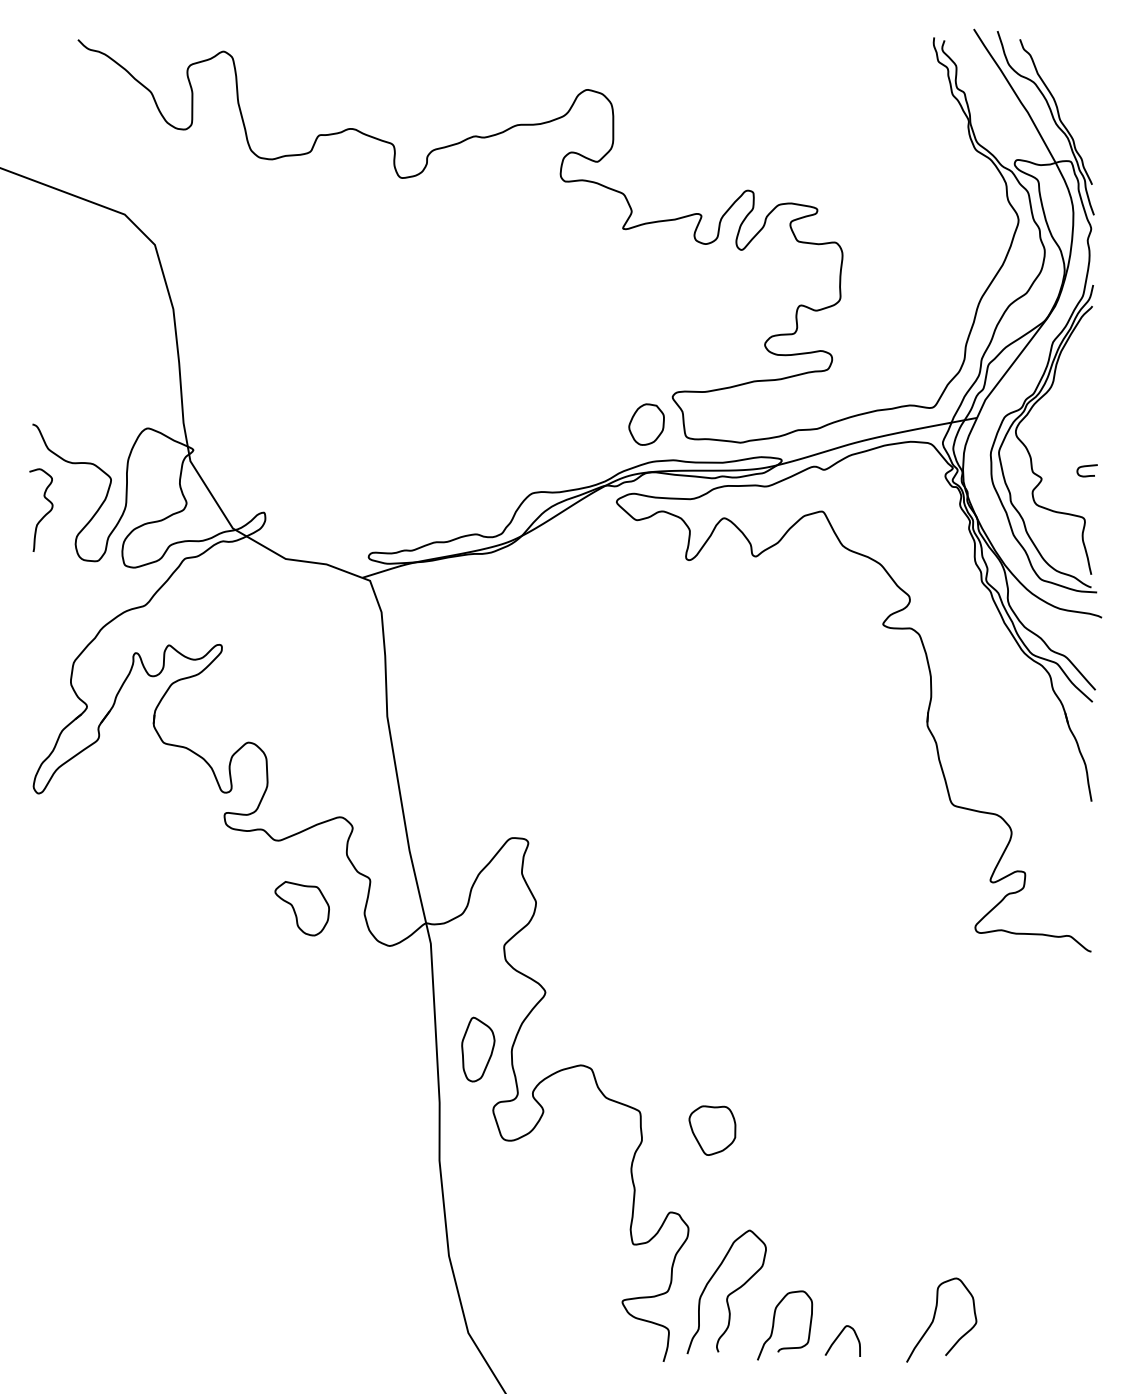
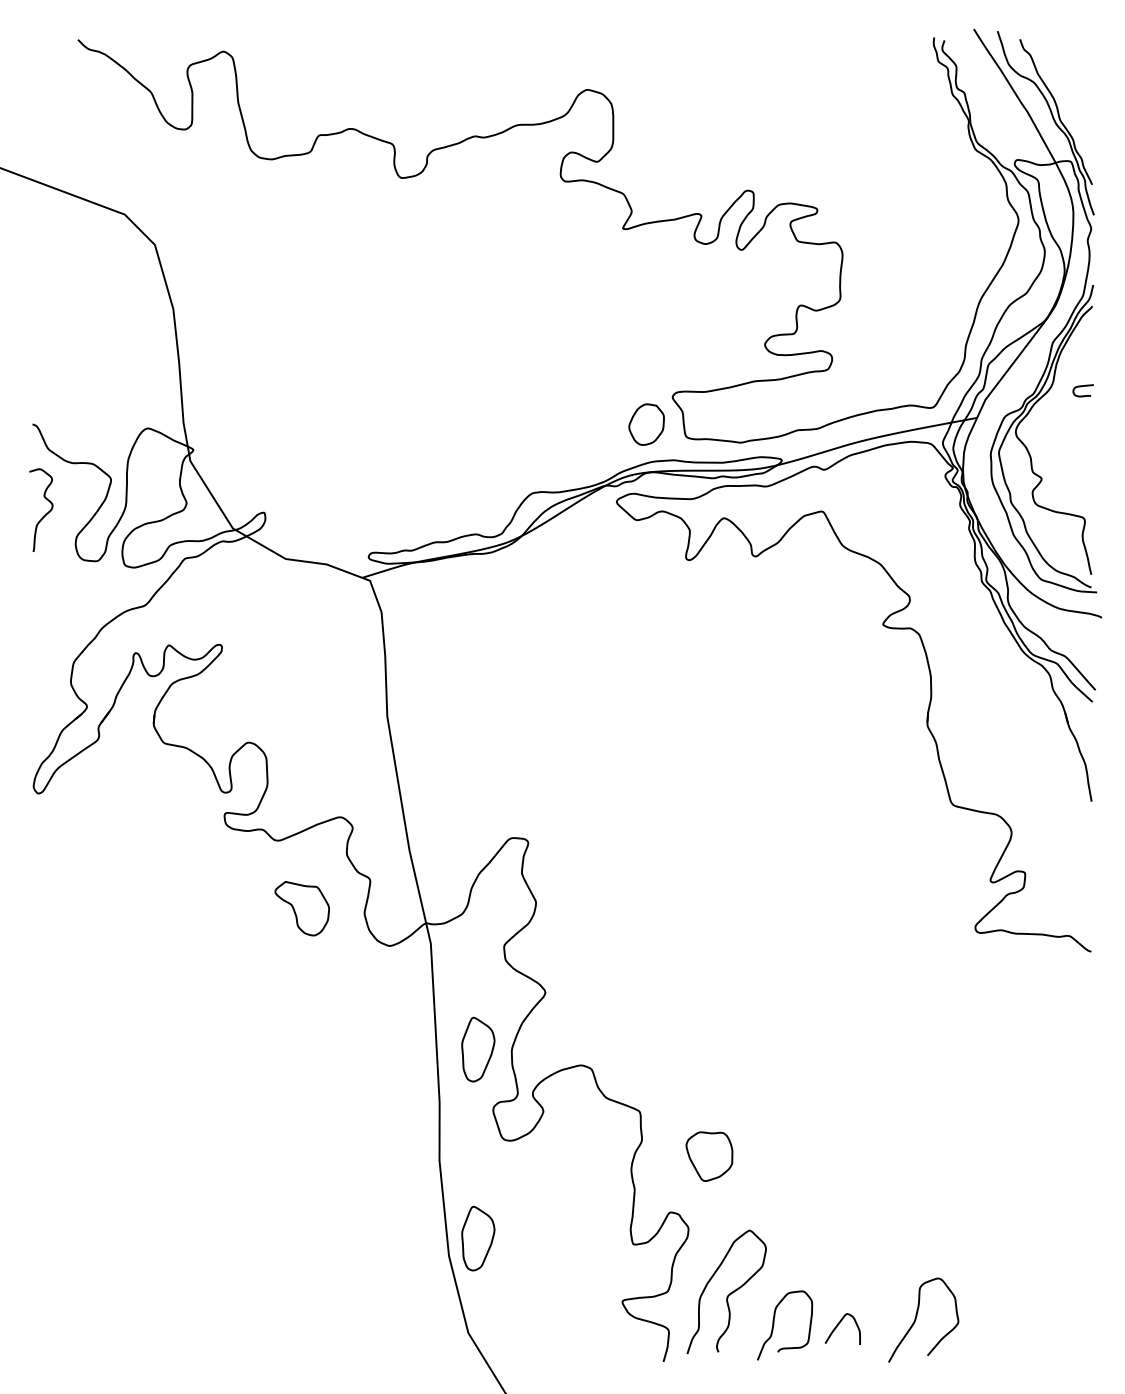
curve at (1085, 467) position: (1085, 467) -> (1081, 387)
part at (712, 1130) position: (712, 1130) -> (709, 1156)
part at (478, 1238): none -> present
curve at (935, 1316) position: (935, 1316) -> (917, 1316)
curve at (839, 1336) position: (839, 1336) -> (839, 1324)
